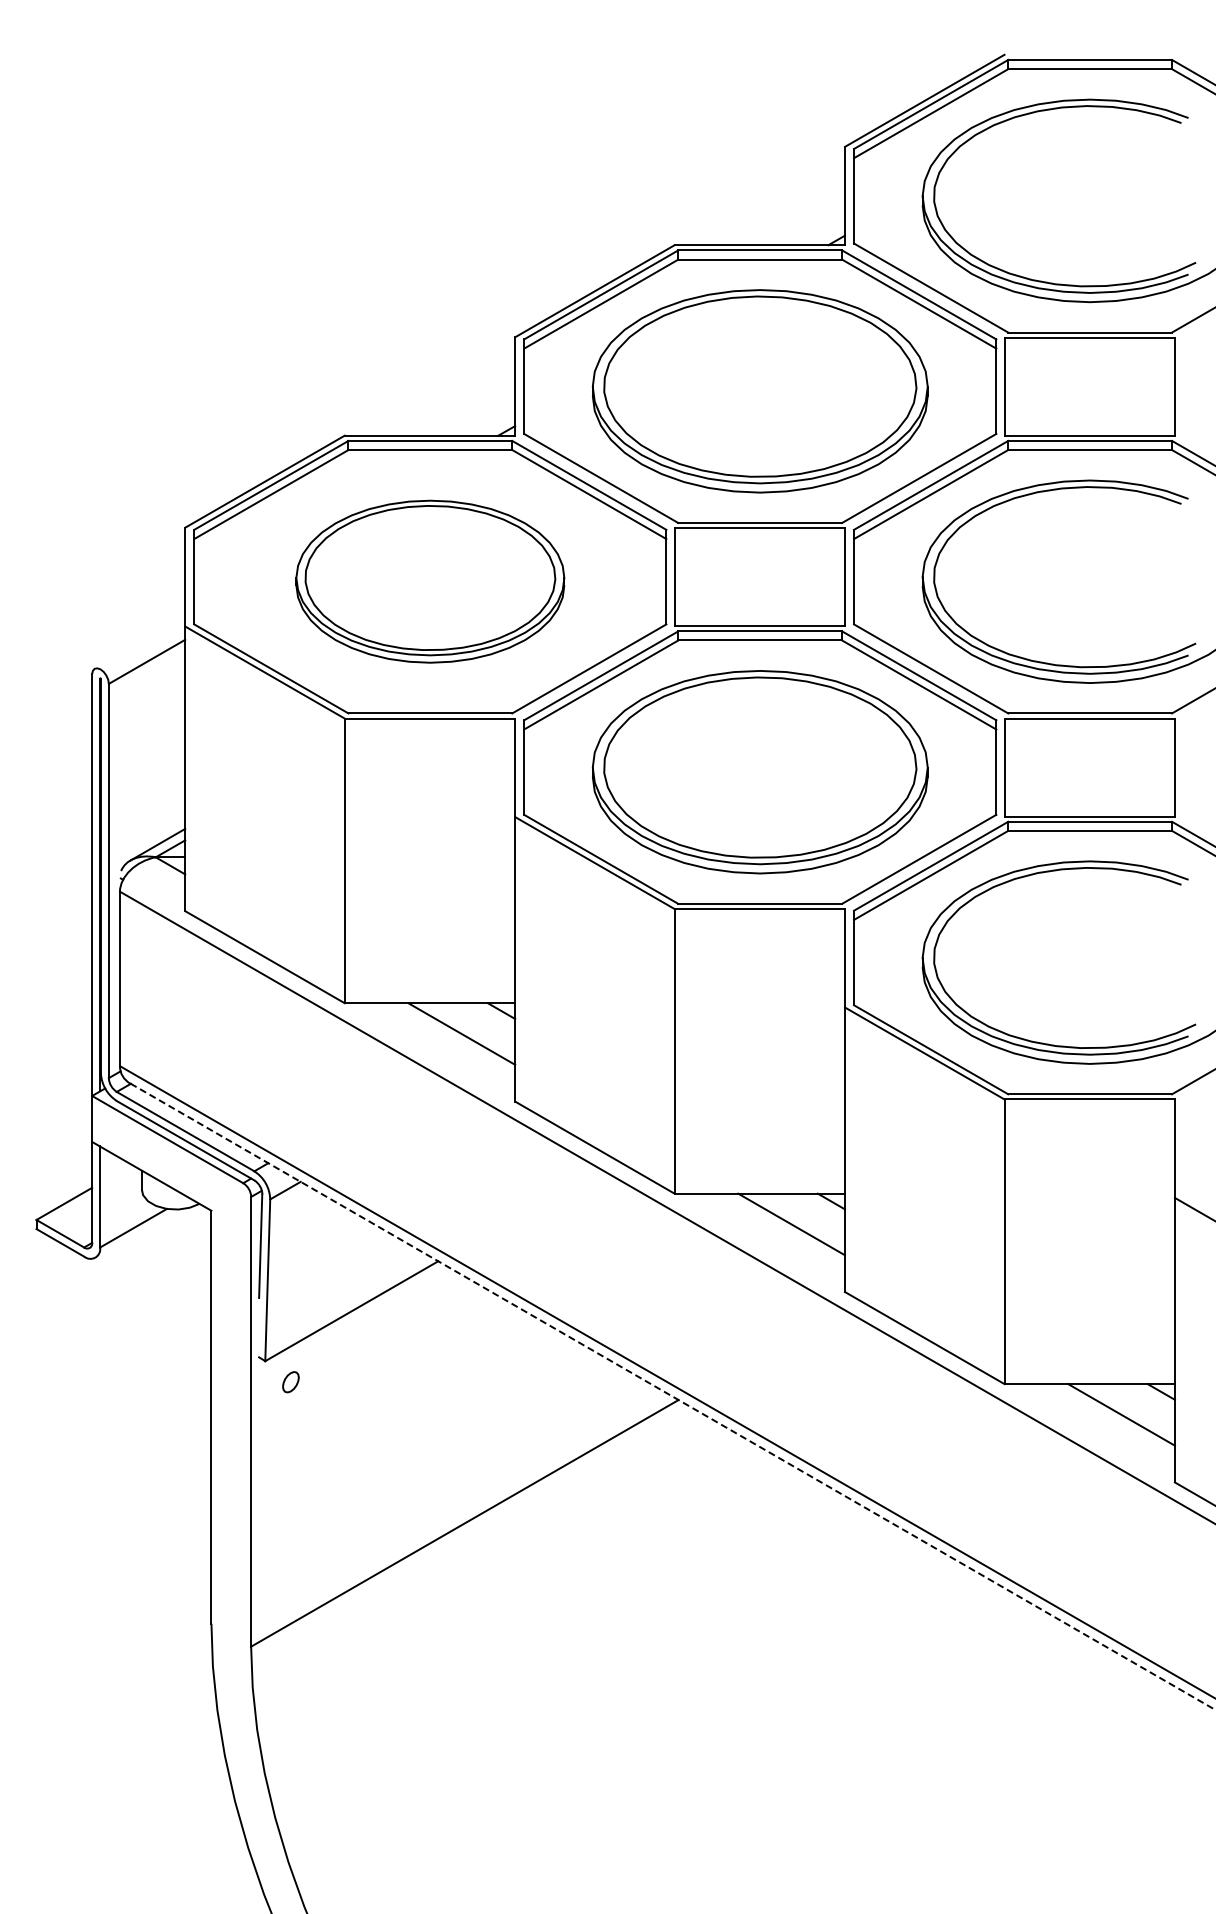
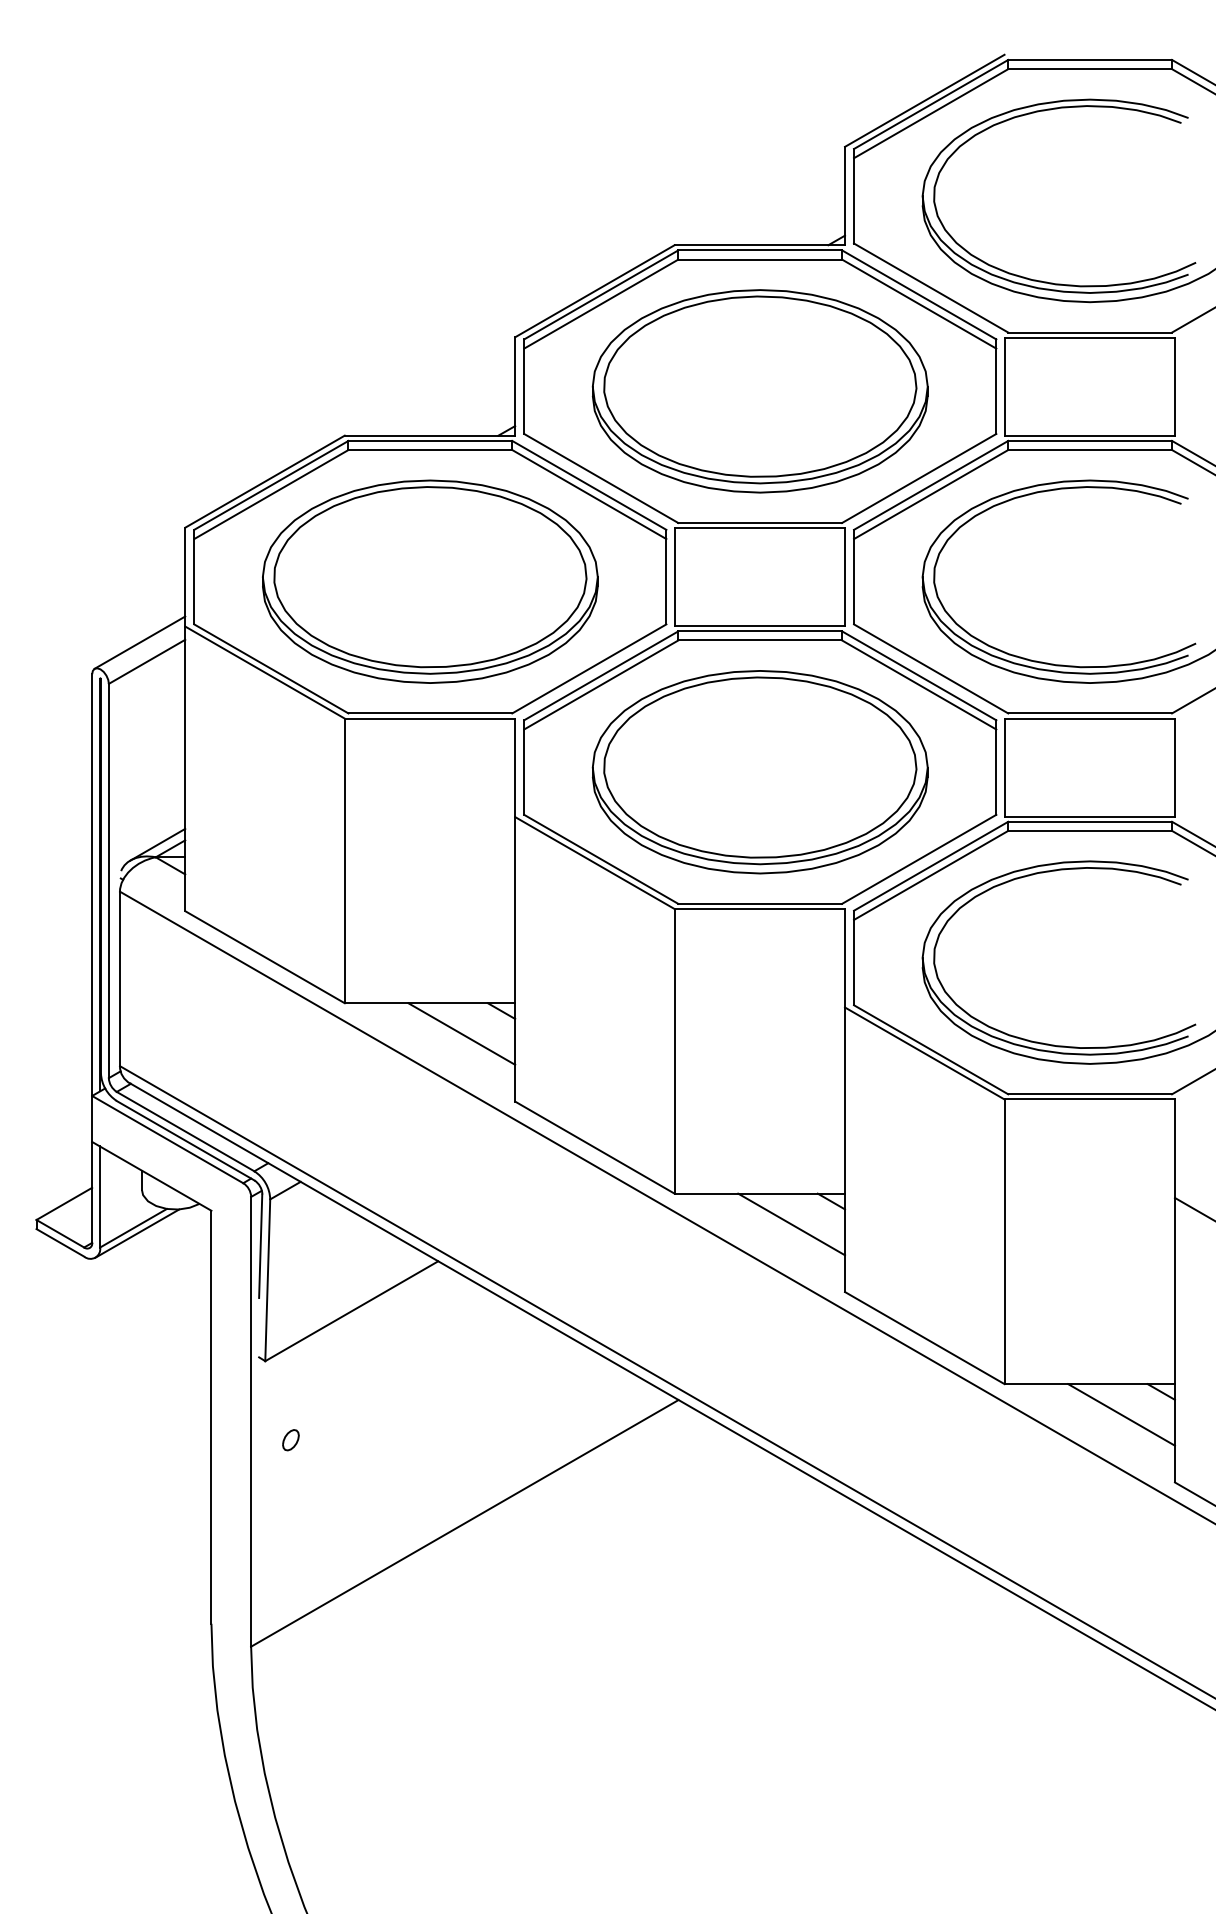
part at (430, 581) size: 271x165 px -> 337x205 px
line at (139, 642): none -> present
line at (137, 1233): none -> present
part at (290, 1382) position: (290, 1382) -> (290, 1440)
line at (673, 1397): dashed -> solid
